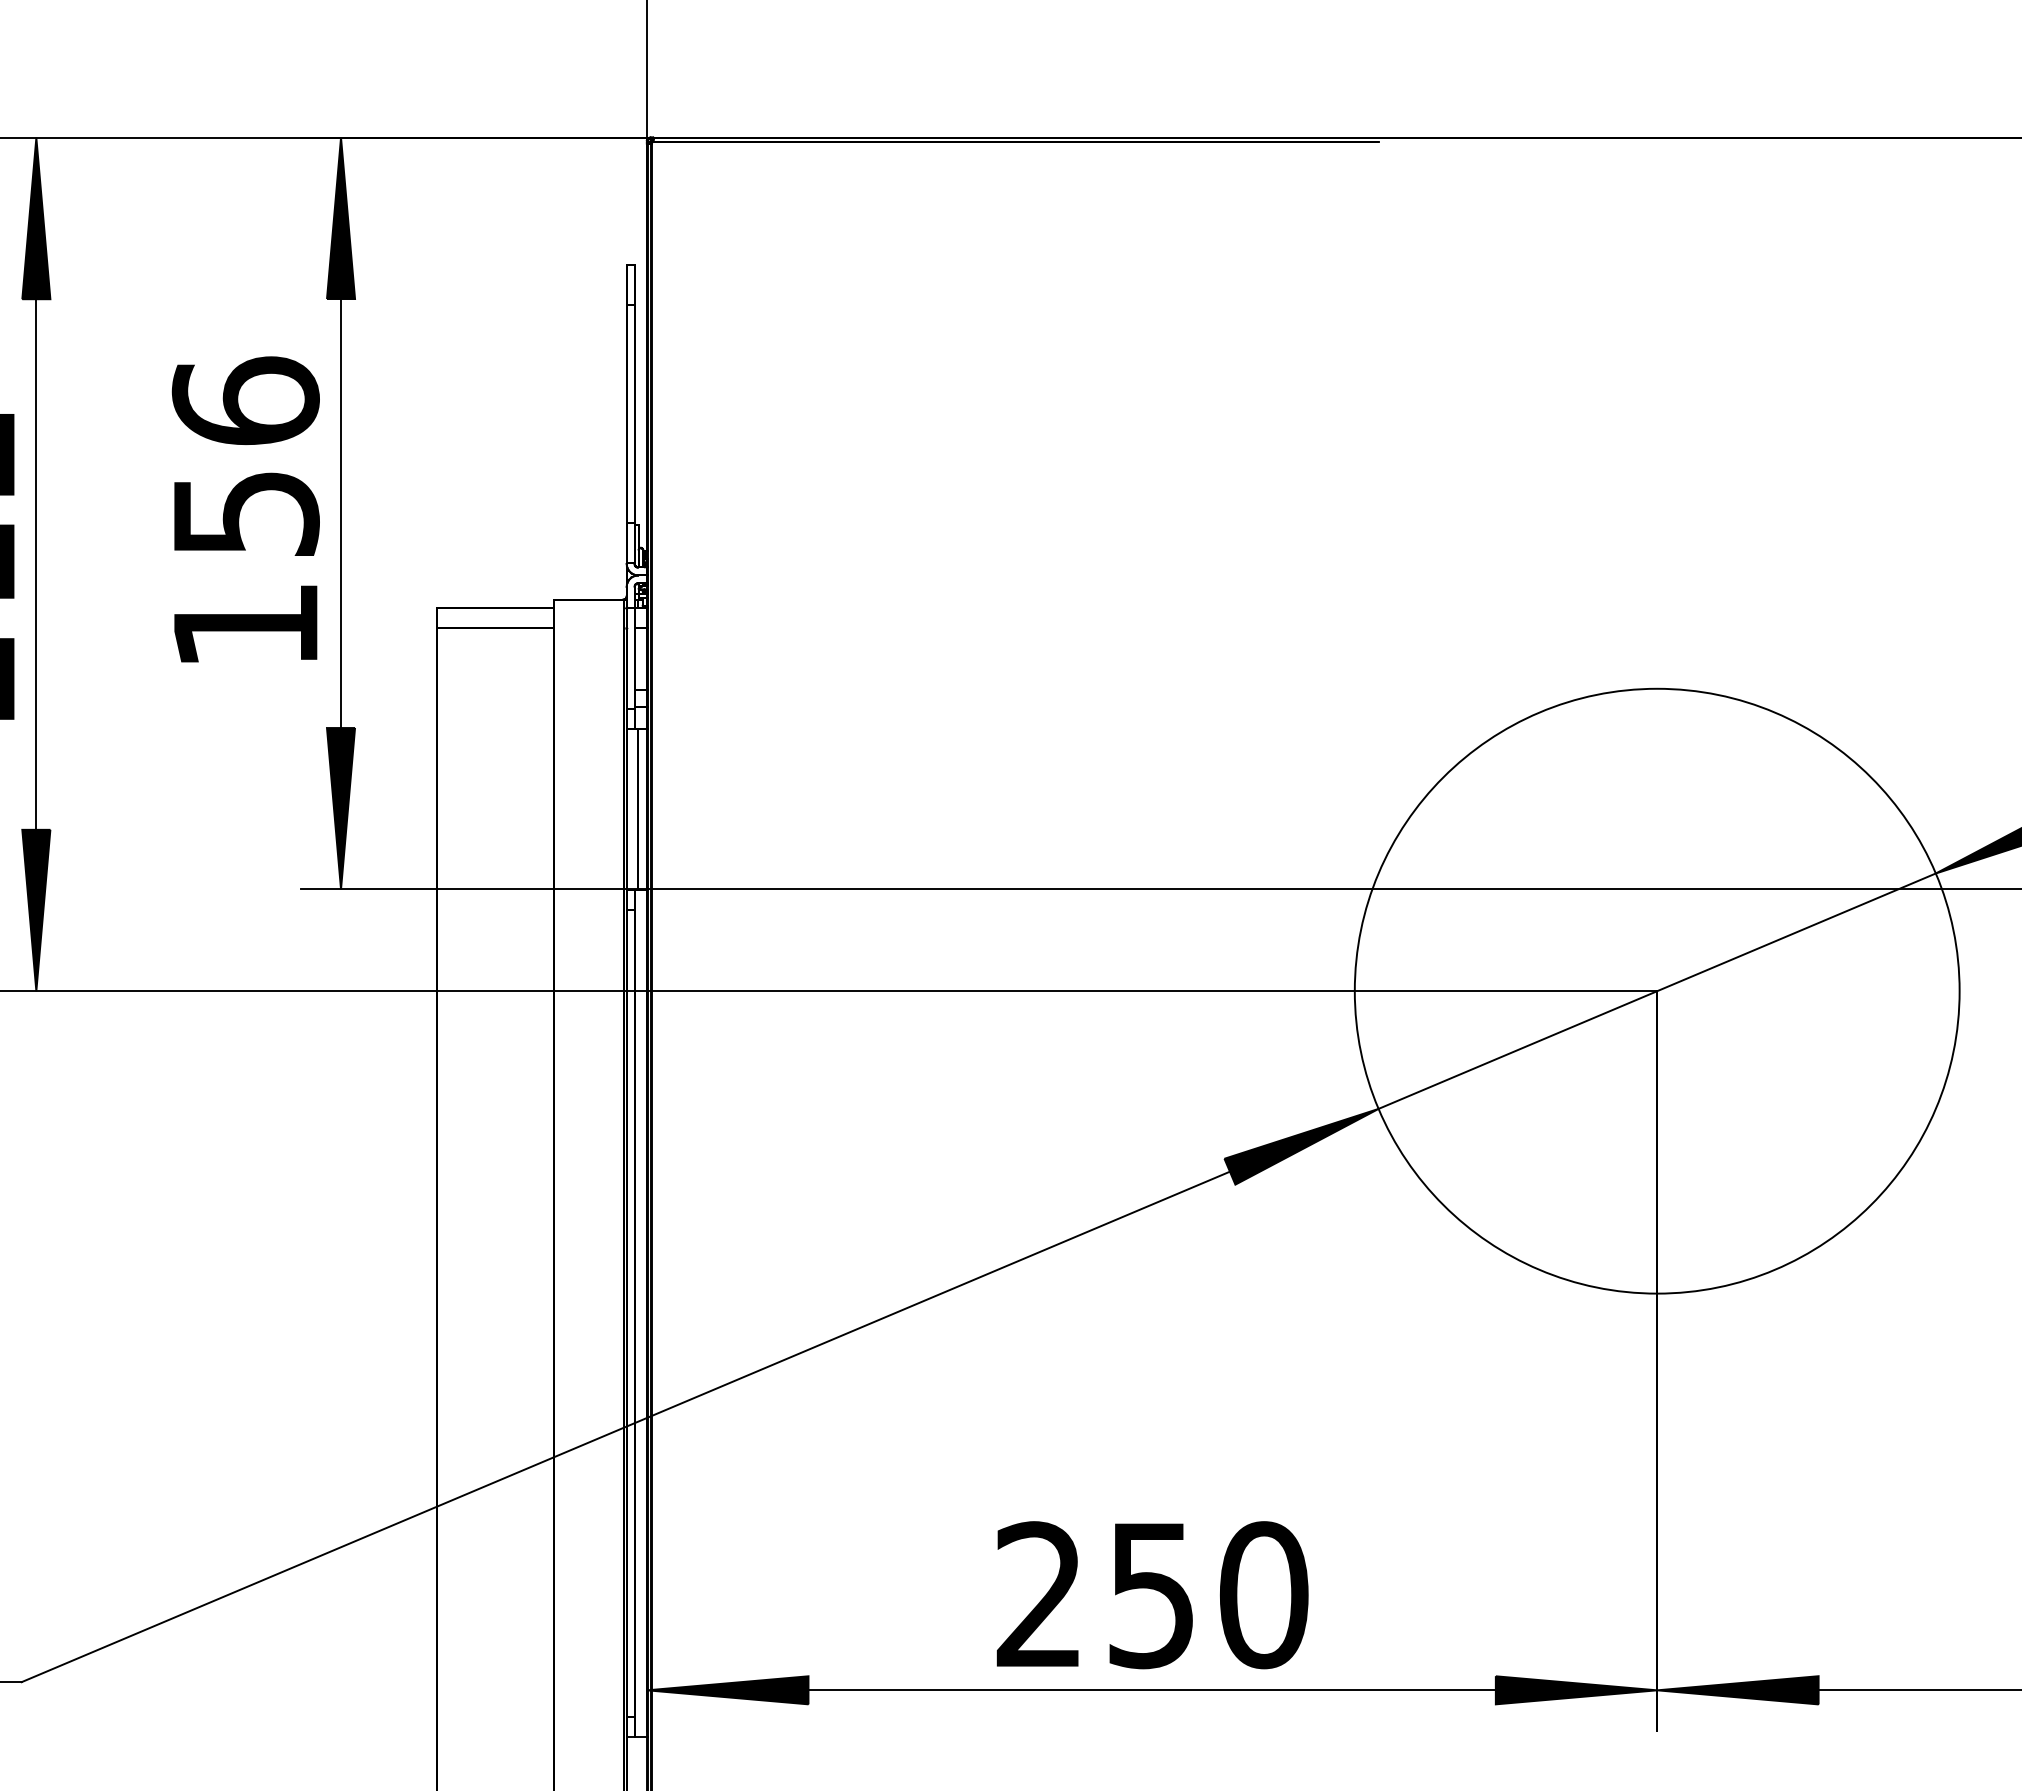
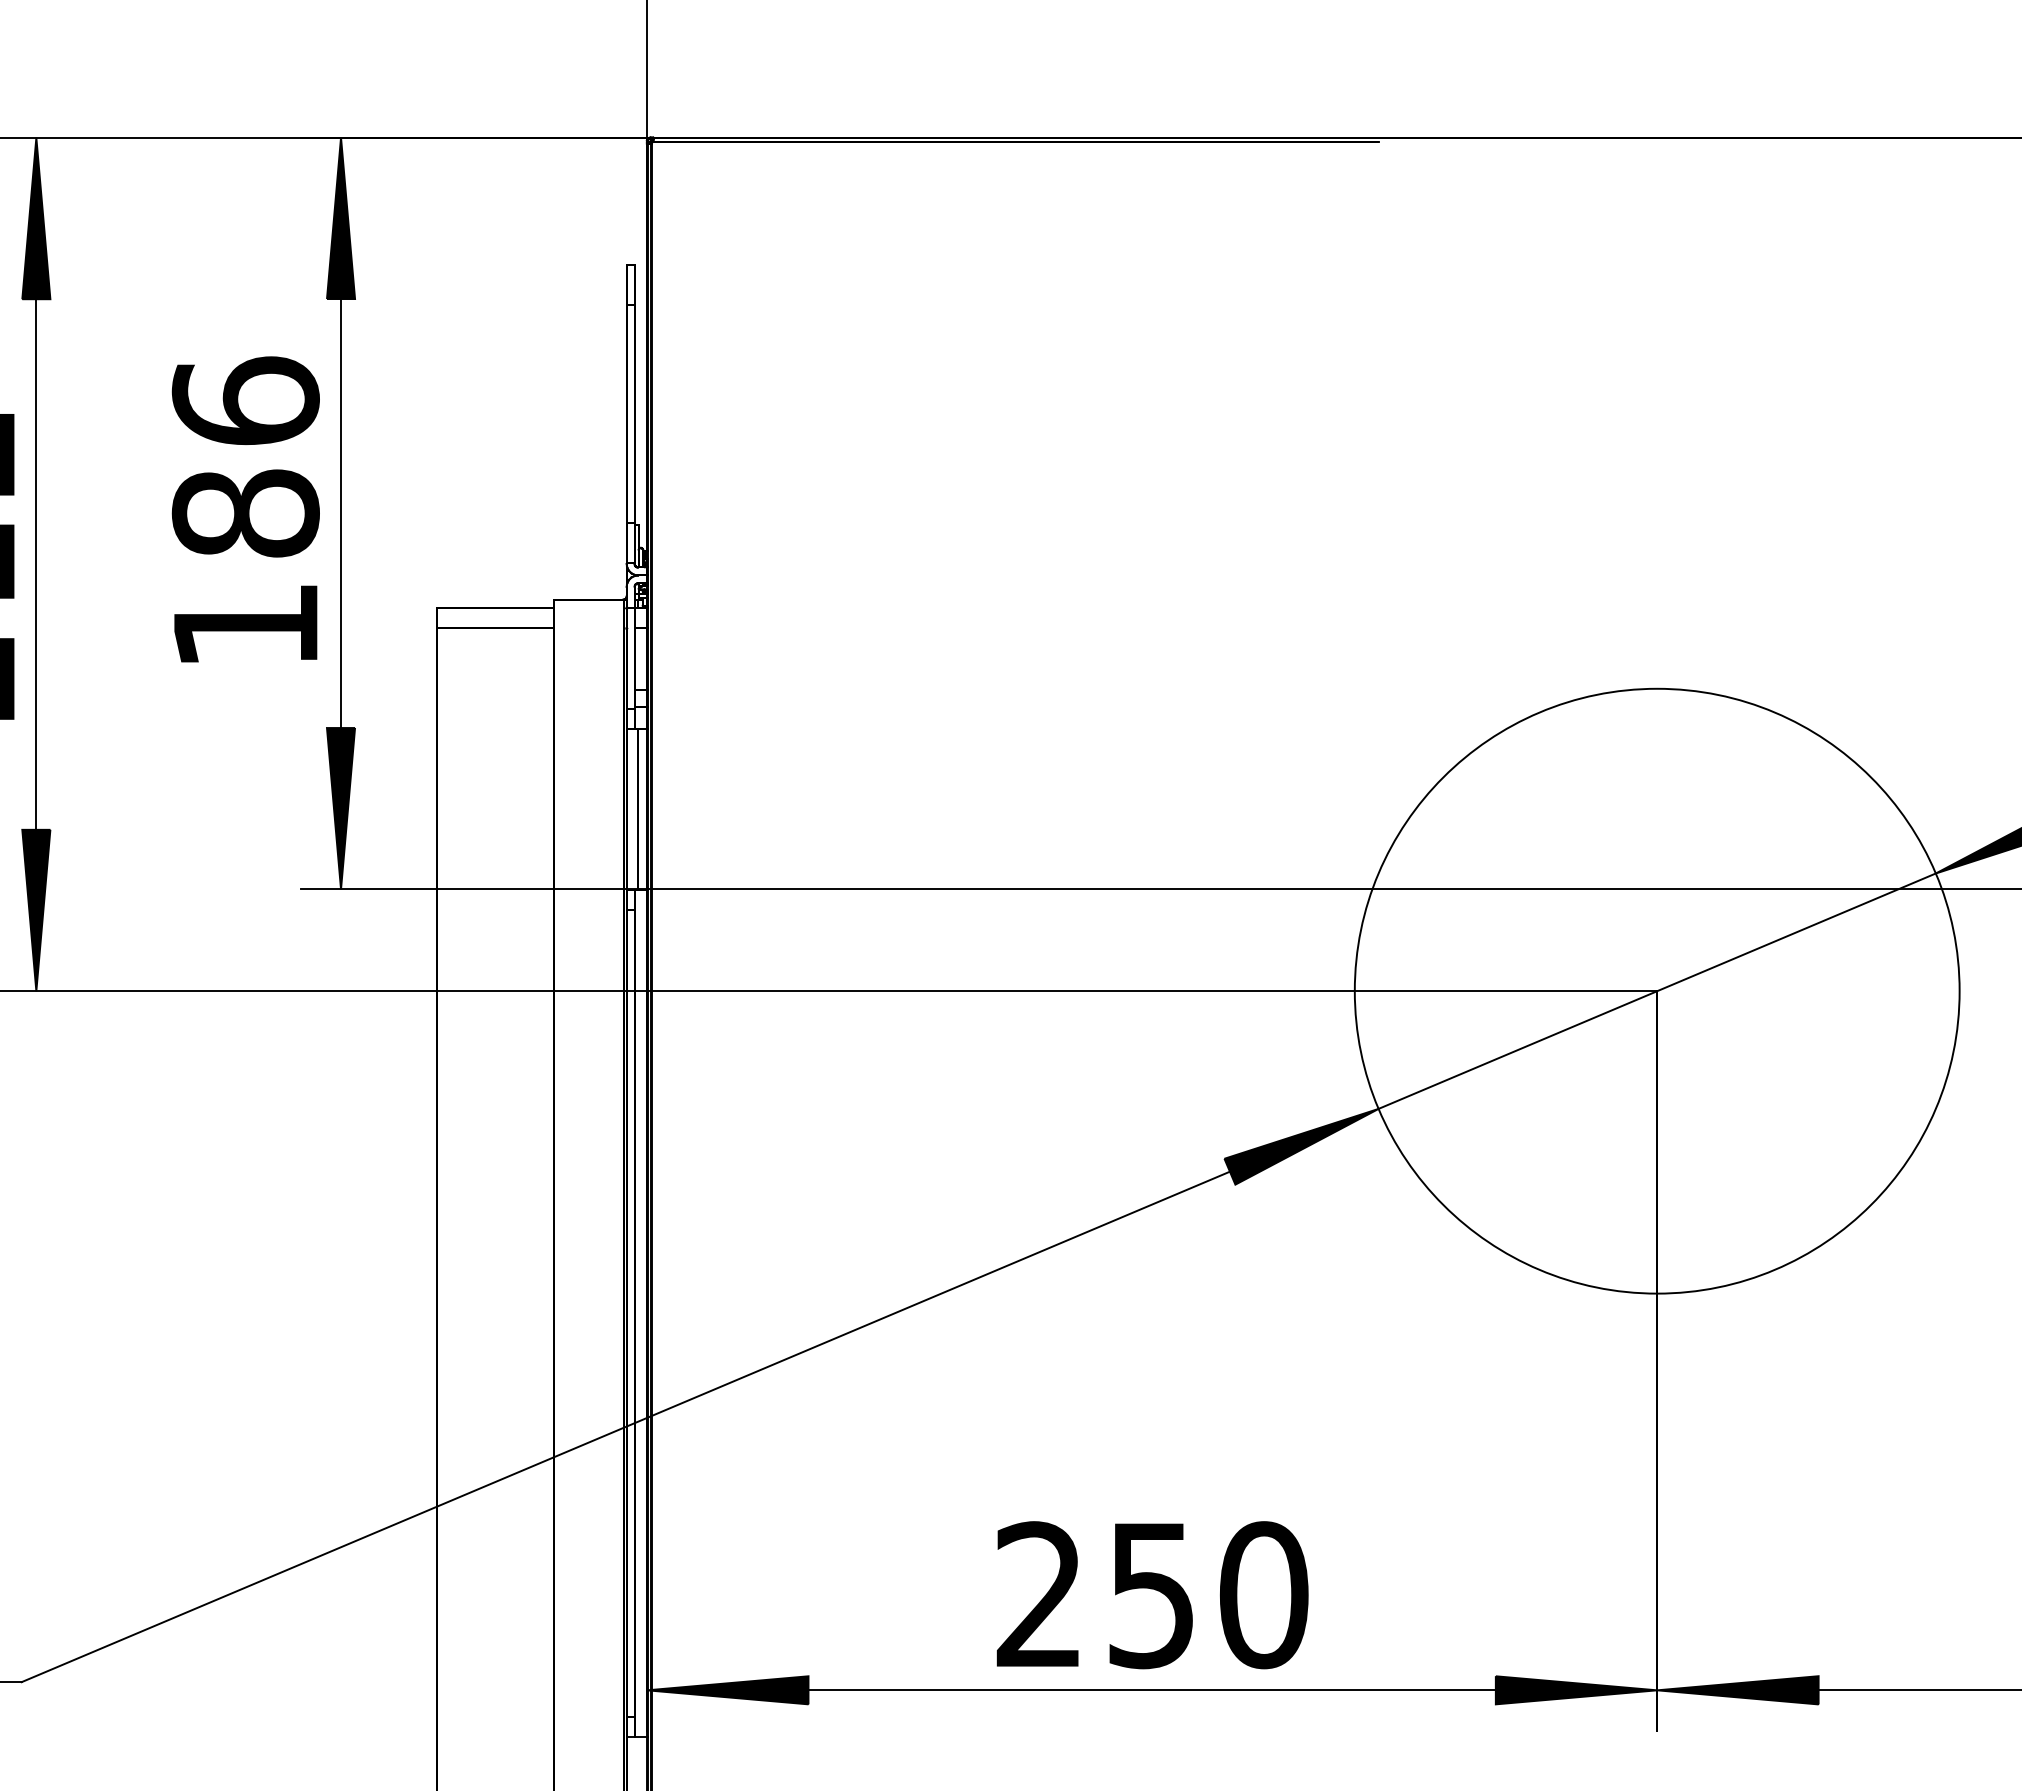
text at (245, 513): 156 -> 186
